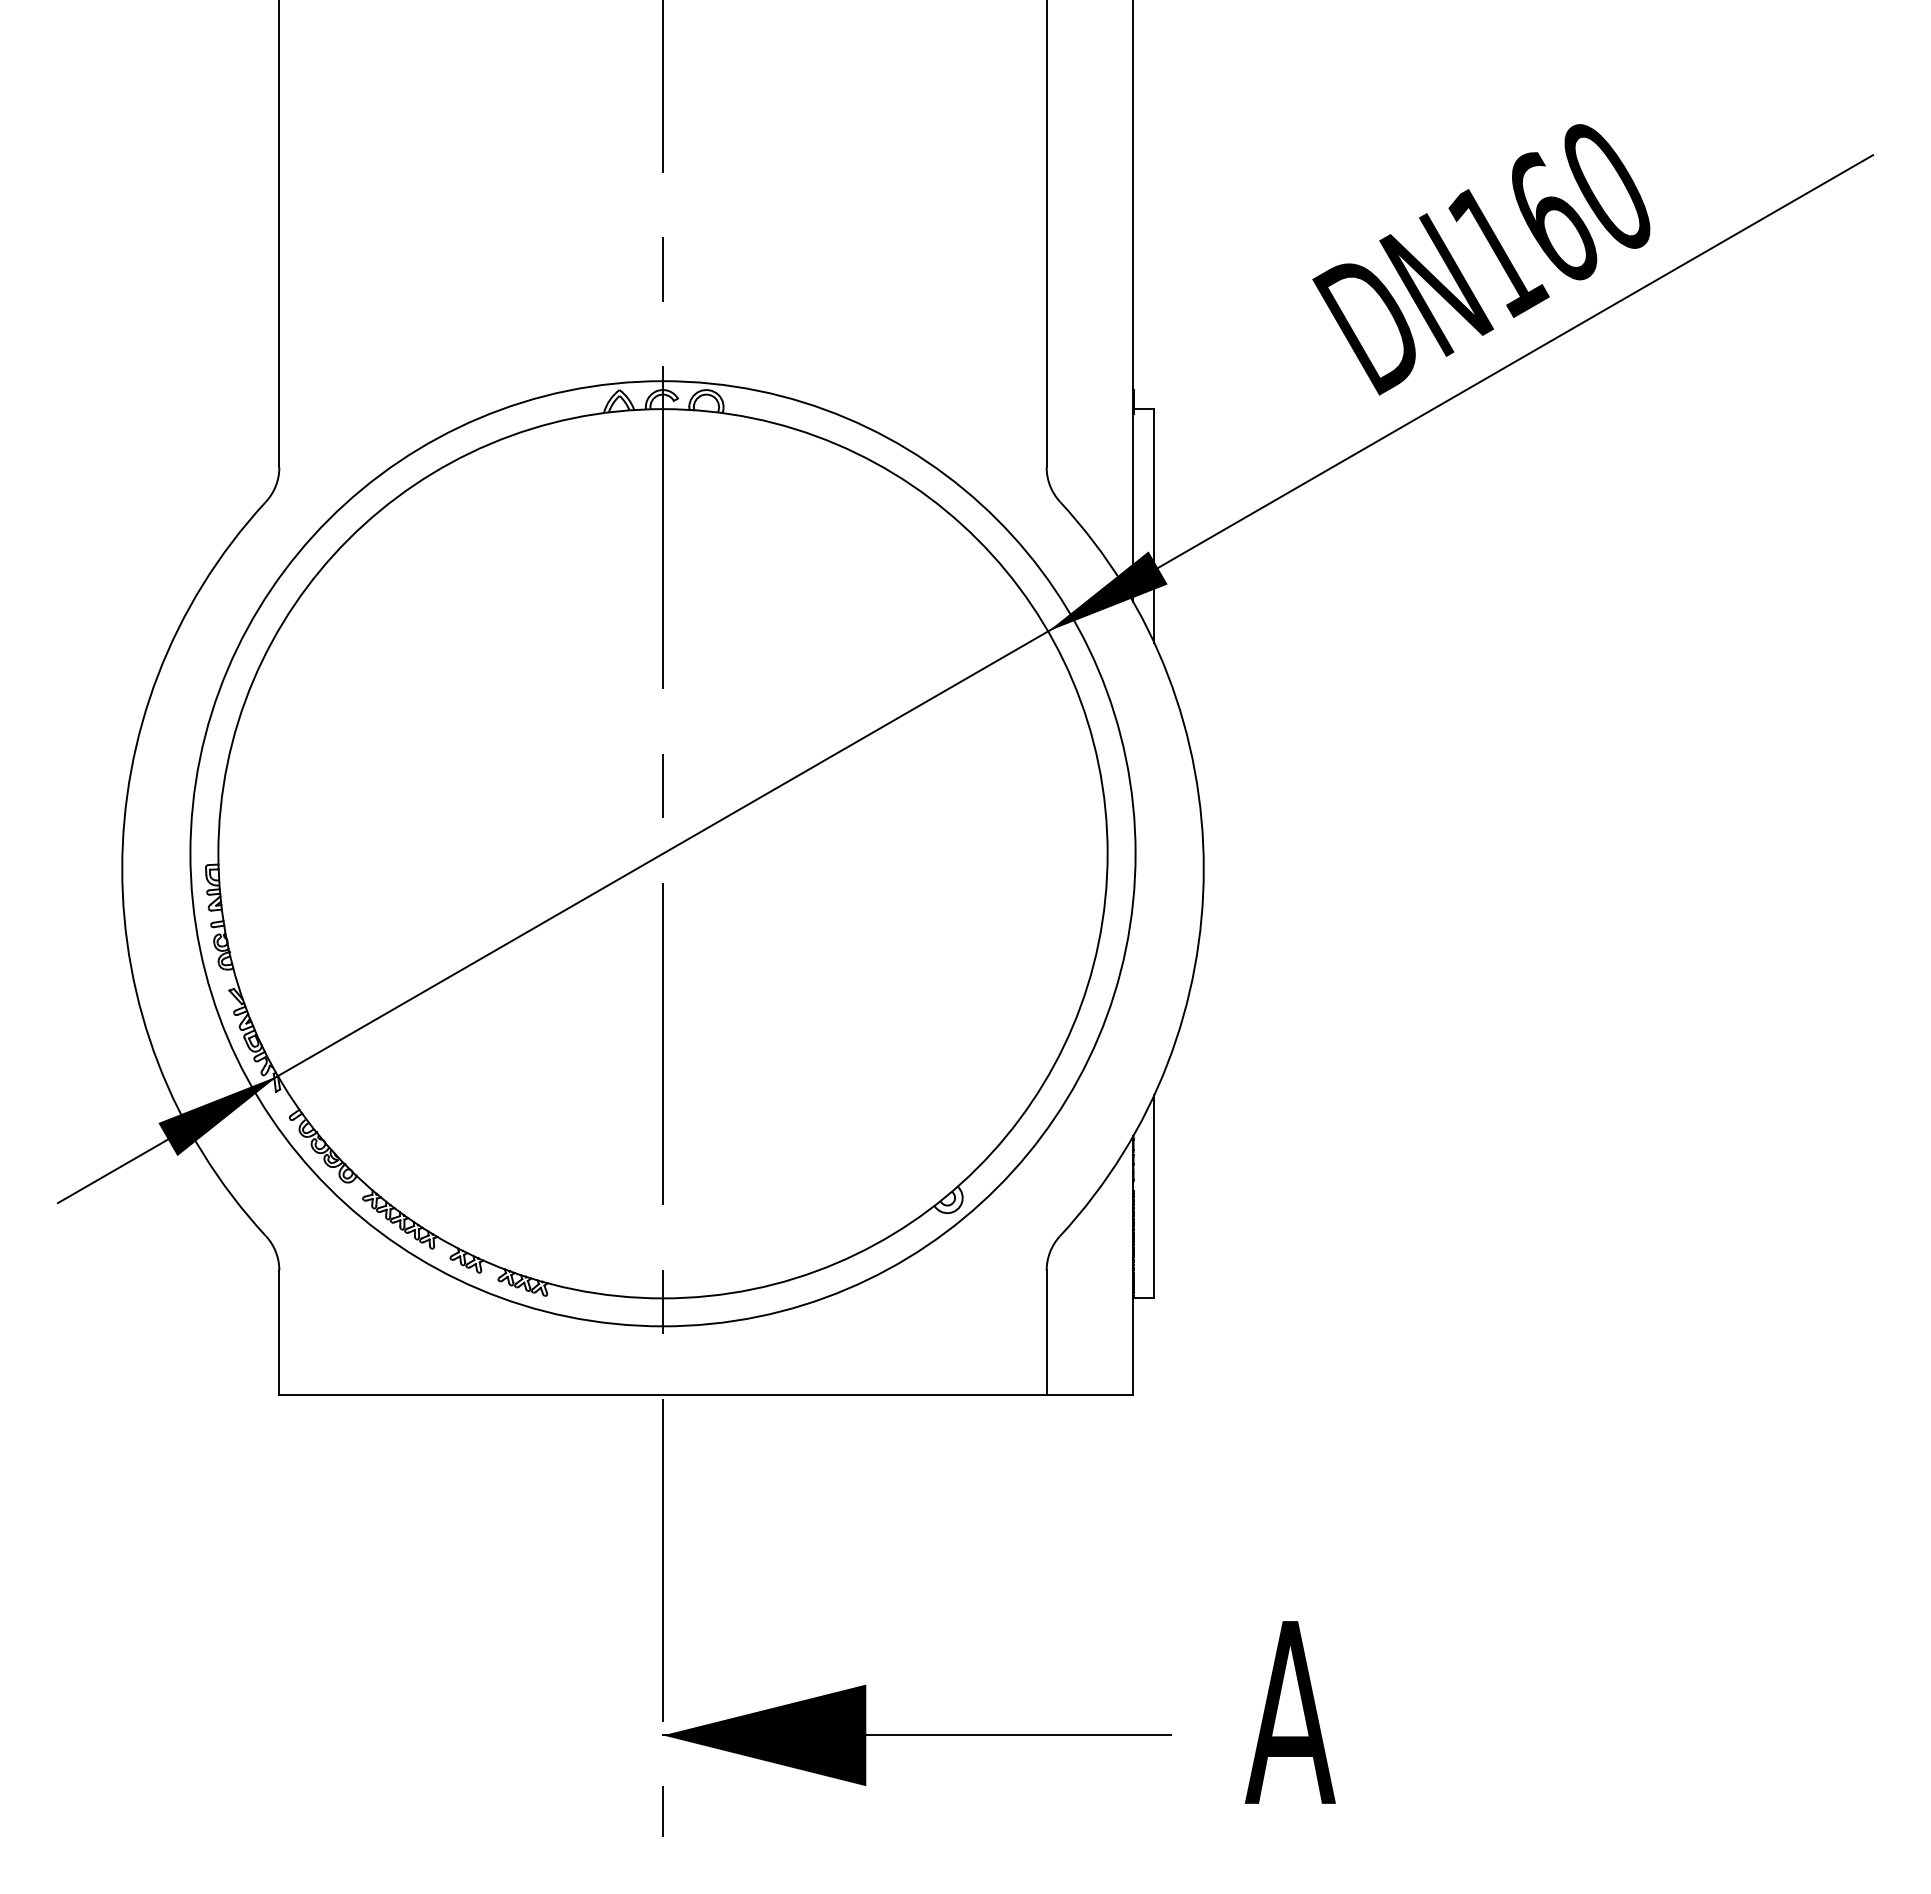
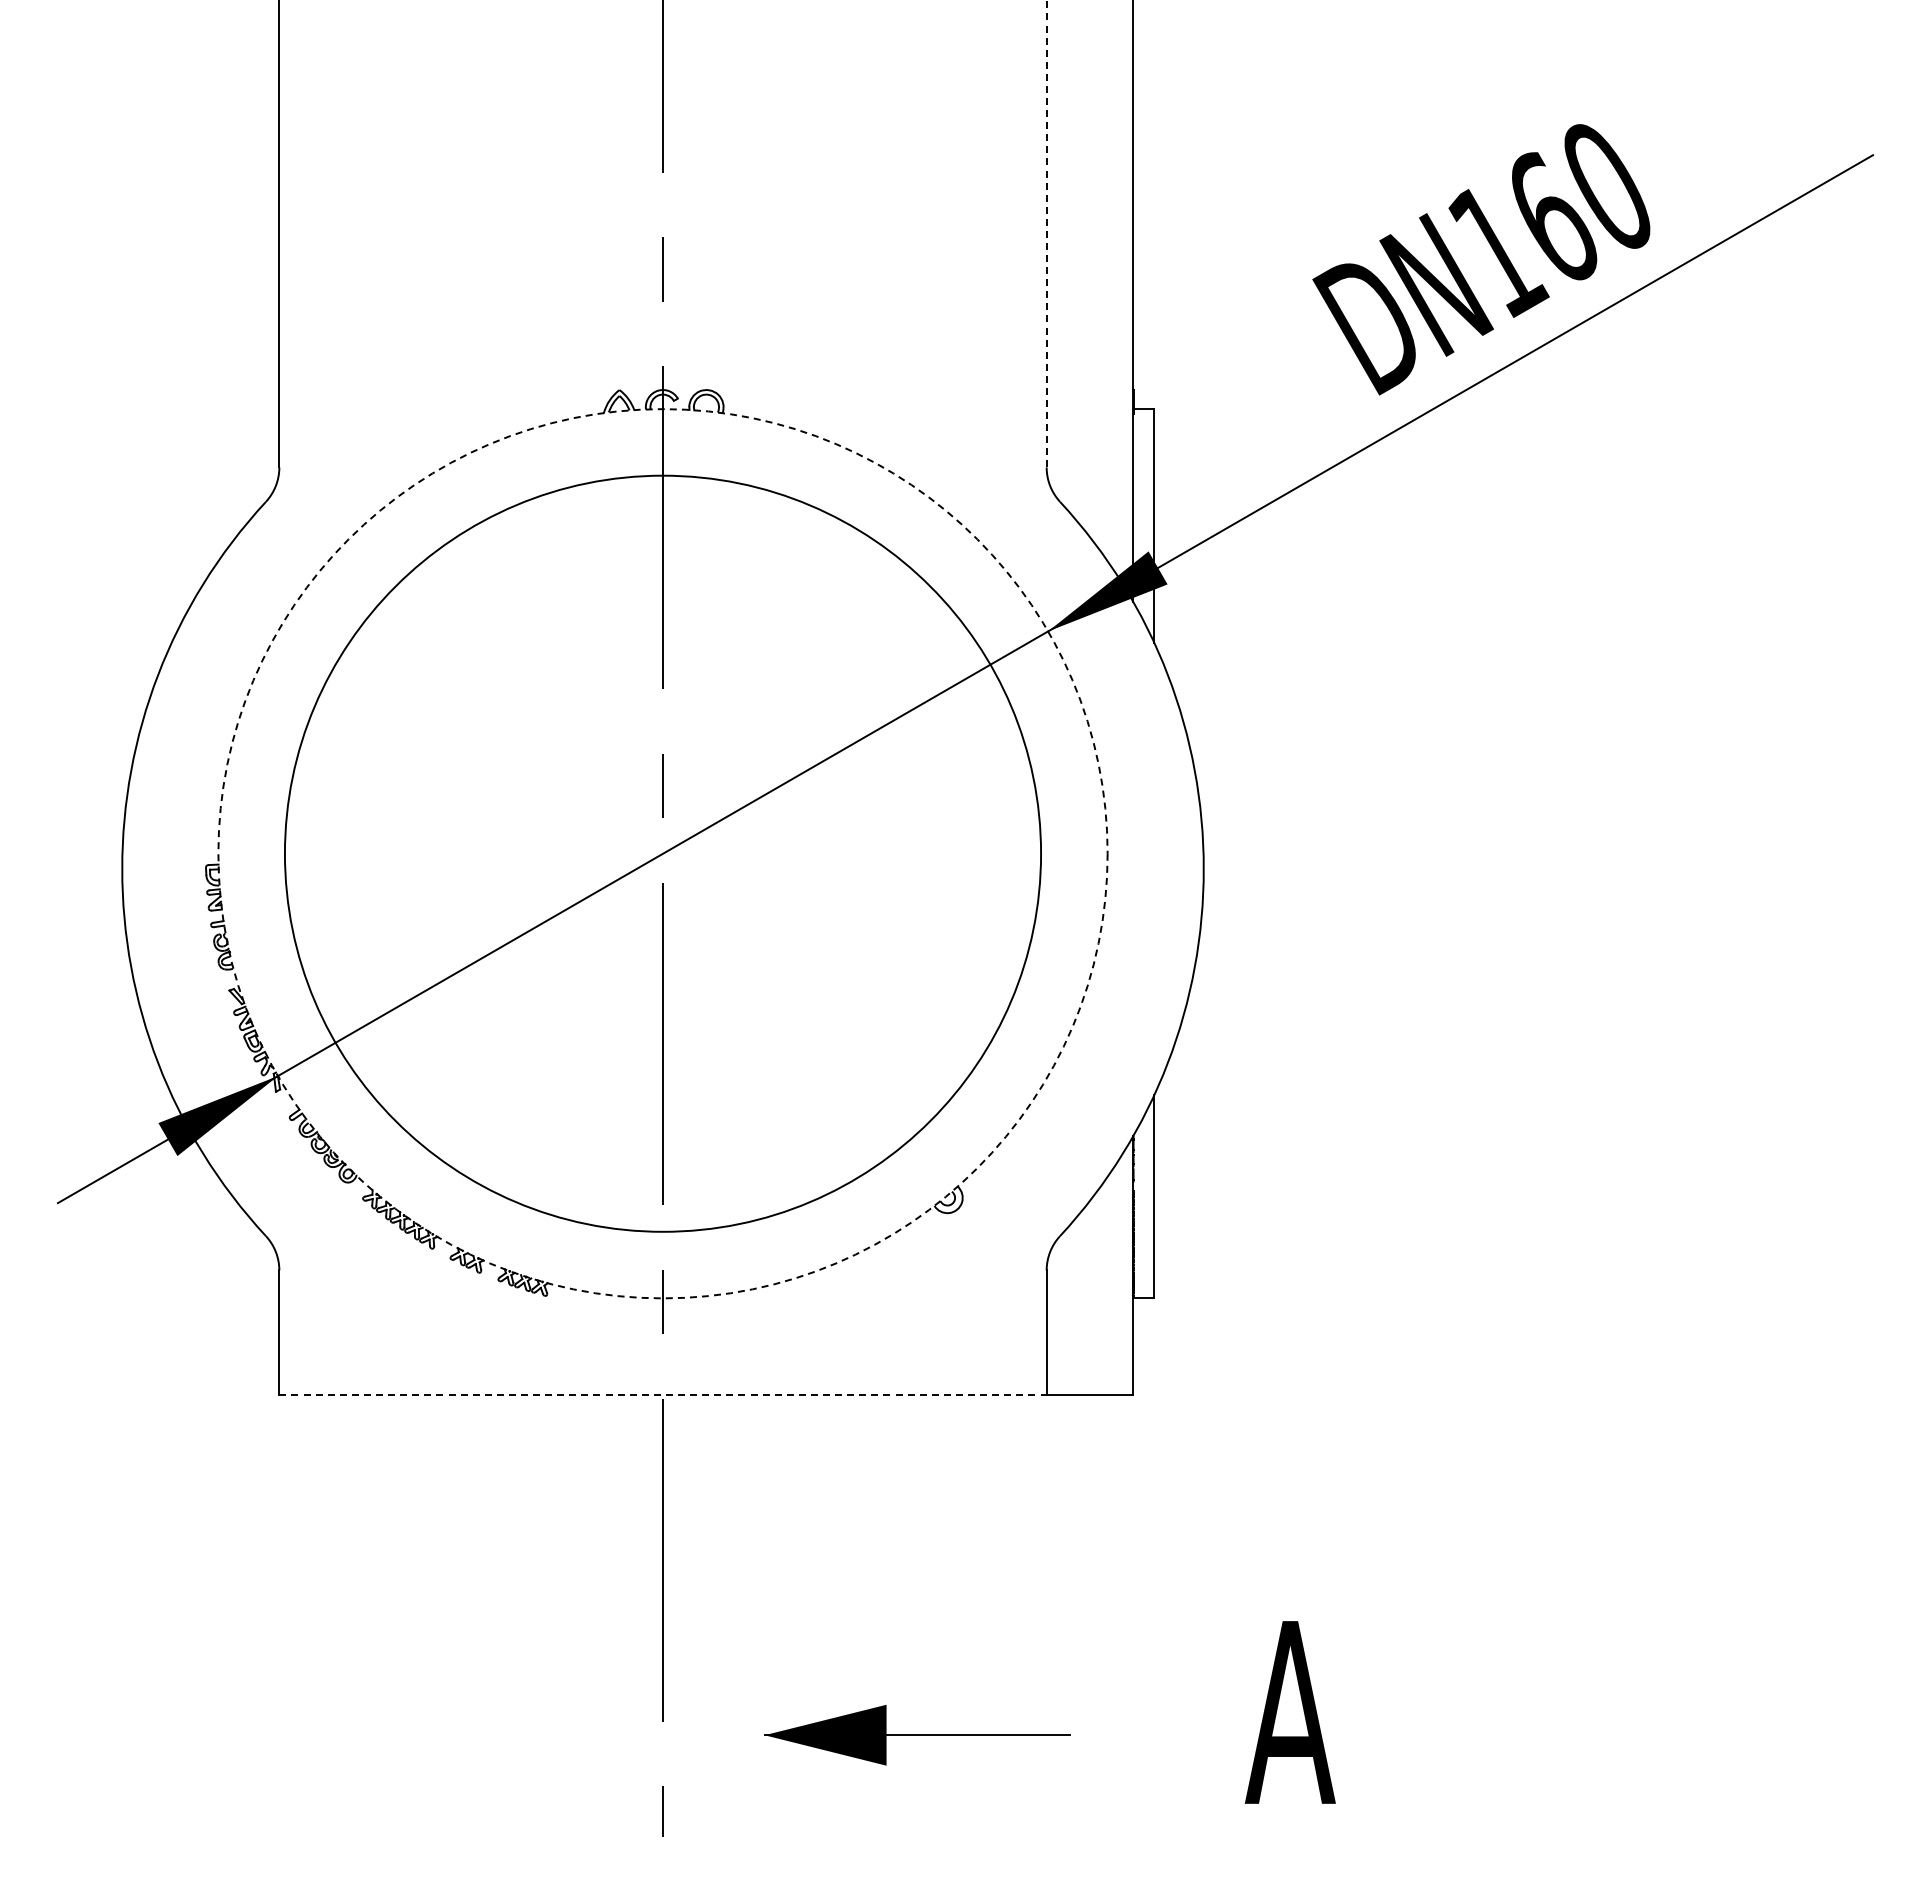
line at (1046, 233): solid -> dashed
circle at (662, 853) diameter: 945 px -> 756 px
circle at (662, 853): solid -> dashed
line at (663, 1394): solid -> dashed
part at (916, 1734) size: 510x102 px -> 307x61 px
